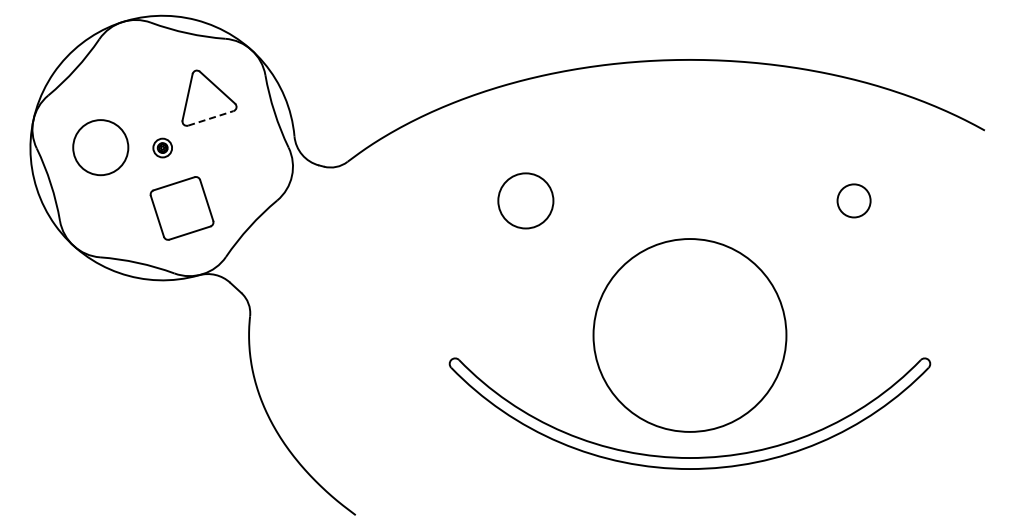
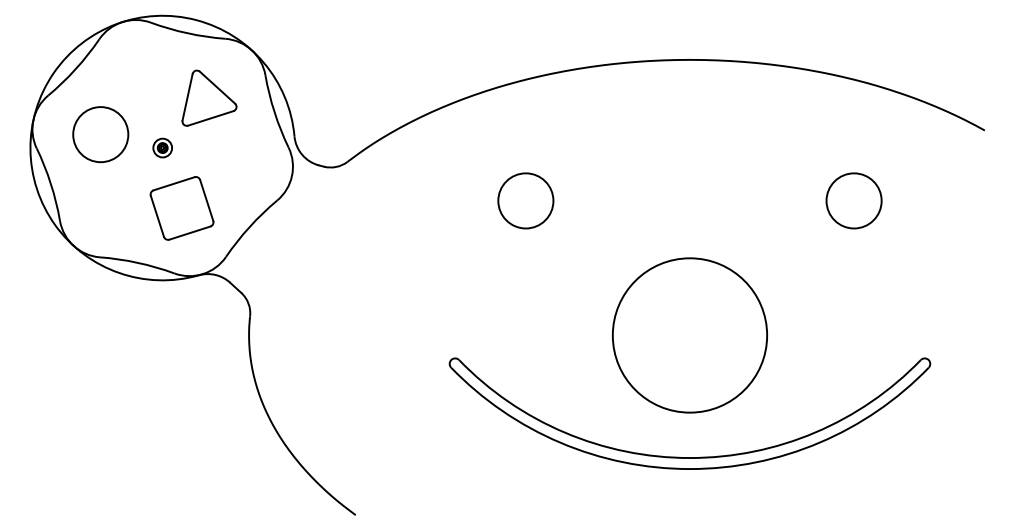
line at (210, 118): dashed -> solid
circle at (100, 147) position: (100, 147) -> (100, 134)
circle at (853, 200) diameter: 33 px -> 55 px
circle at (689, 335) diameter: 193 px -> 154 px
